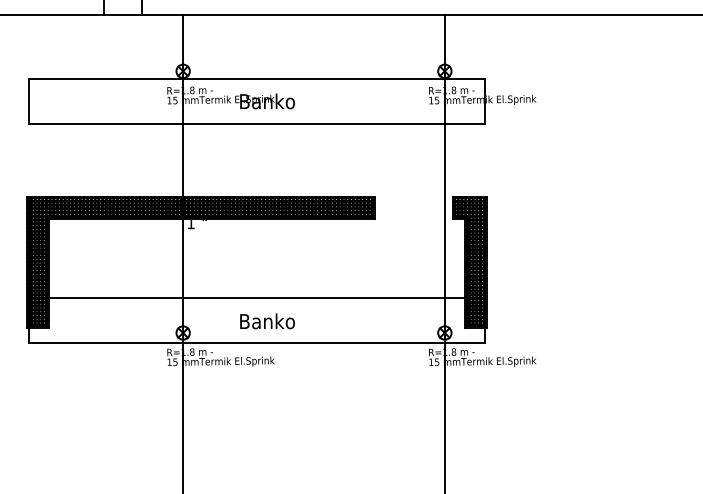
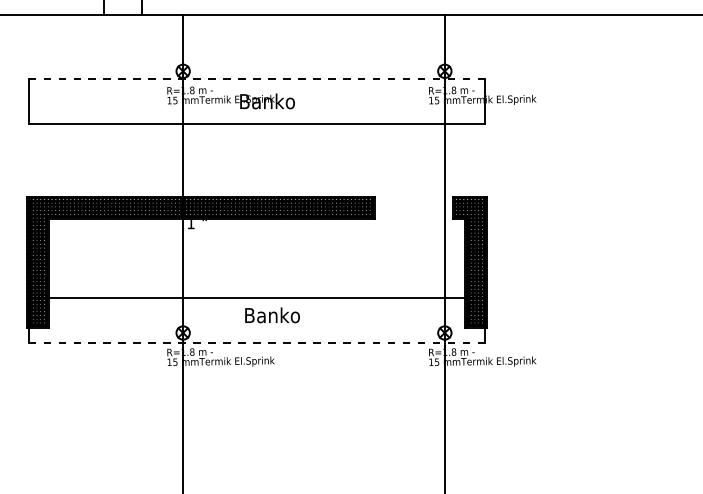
line at (256, 78): solid -> dashed
text at (267, 321) position: (267, 321) -> (272, 315)
line at (256, 342): solid -> dashed
